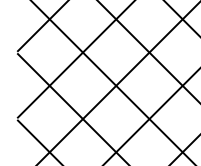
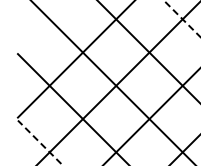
line at (182, 18): solid -> dashed
line at (41, 26): present -> none
line at (40, 143): solid -> dashed
